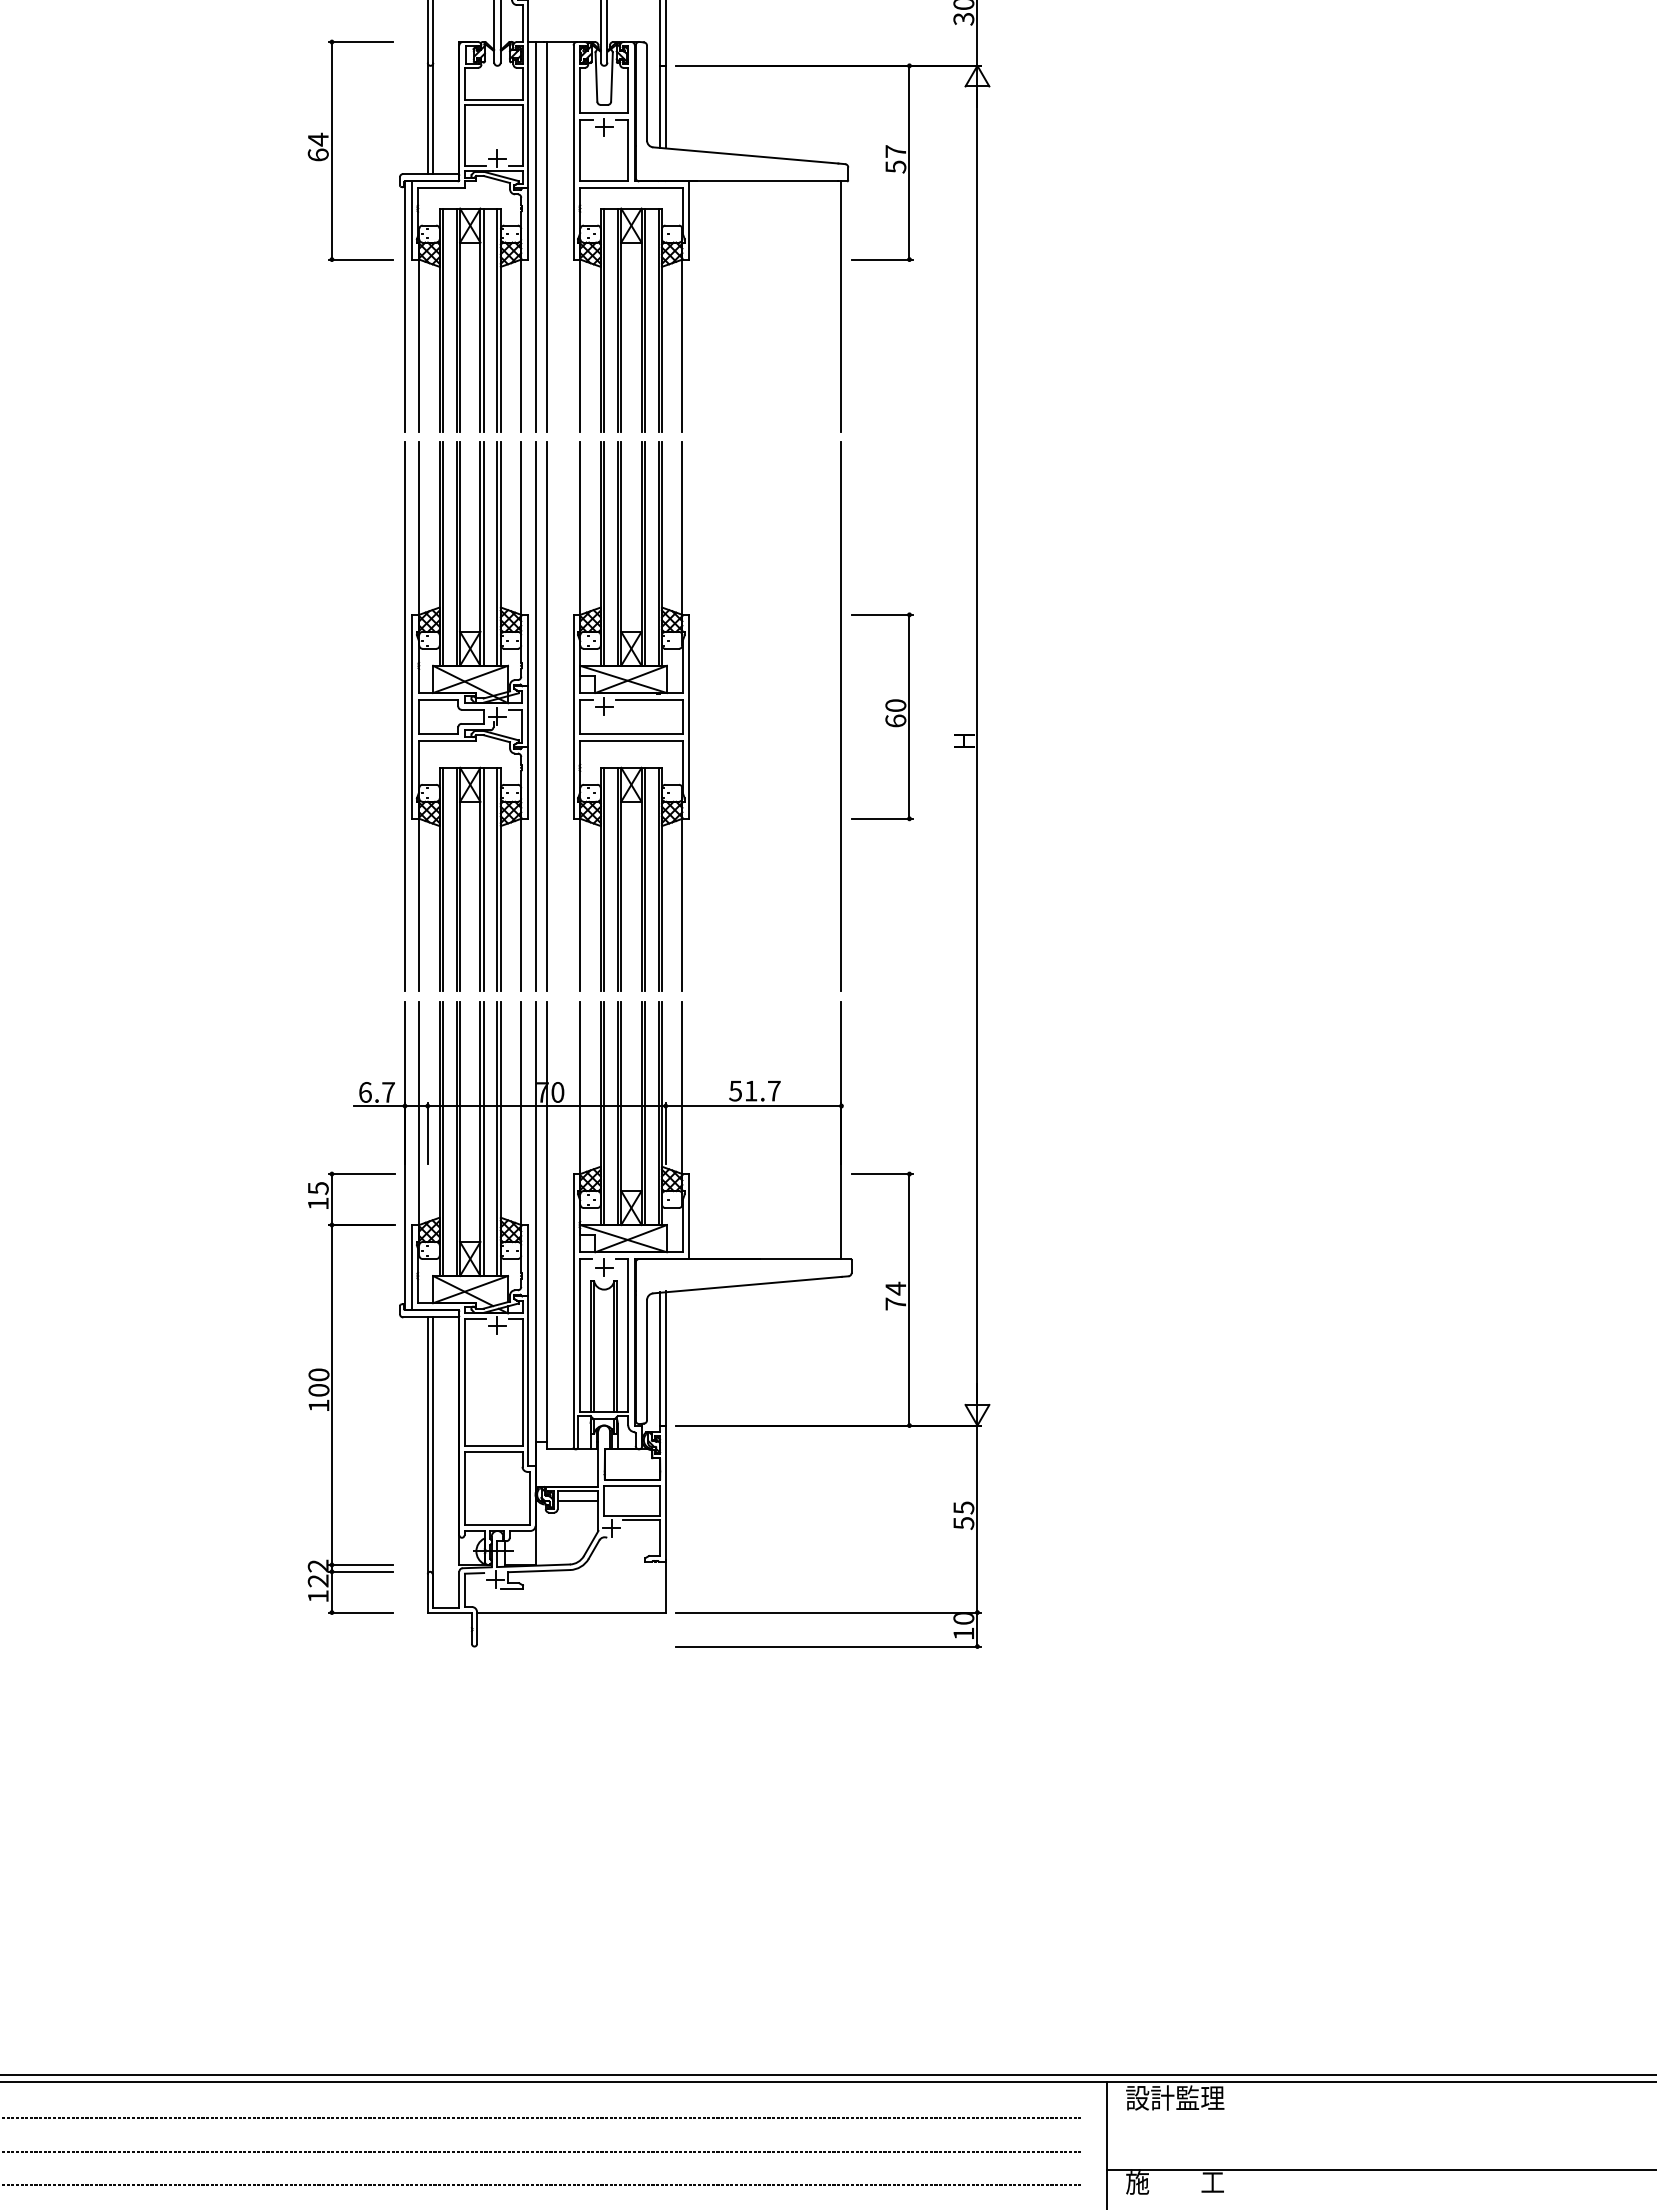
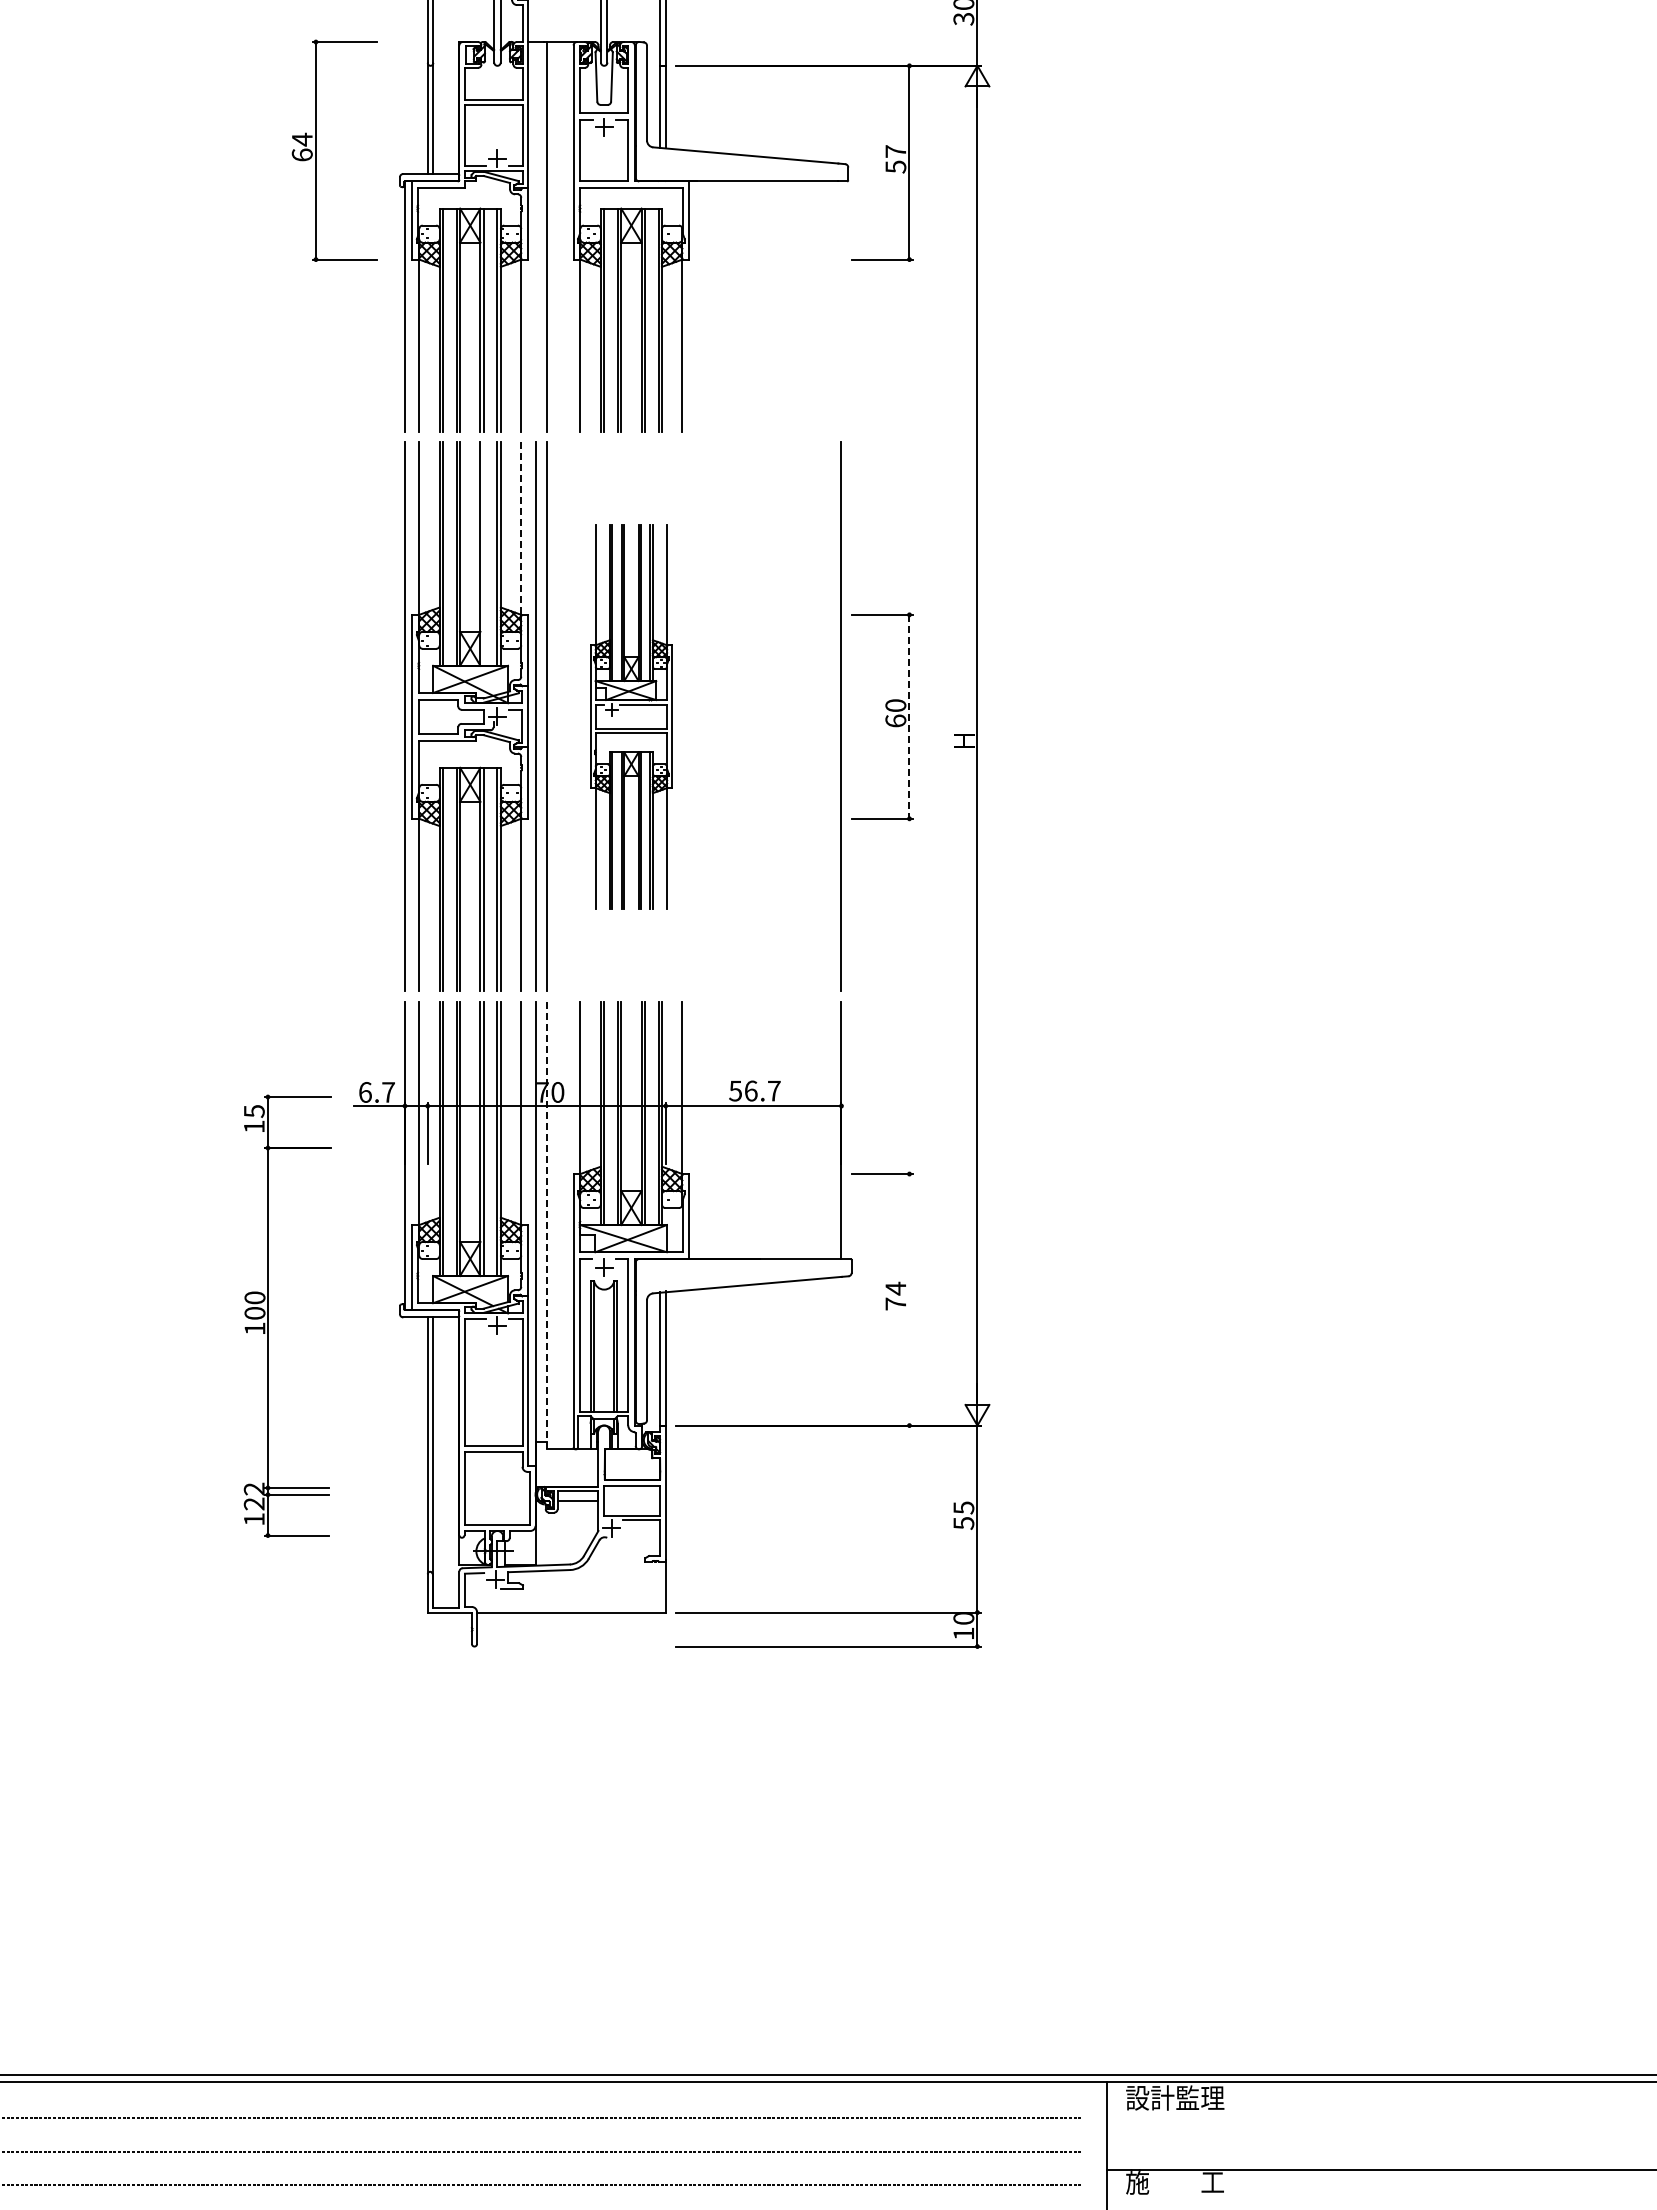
part at (332, 150) position: (332, 150) -> (316, 150)
line at (535, 237): present -> none
line at (841, 306): present -> none
line at (521, 529): solid -> dashed
line at (483, 553): present -> none
part at (631, 716) size: 117x551 px -> 83x386 px
line at (909, 716): solid -> dashed
text at (751, 1090): 51.7 -> 56.7
line at (547, 1225): solid -> dashed
line at (909, 1299): present -> none
part at (332, 1392) position: (332, 1392) -> (268, 1315)
